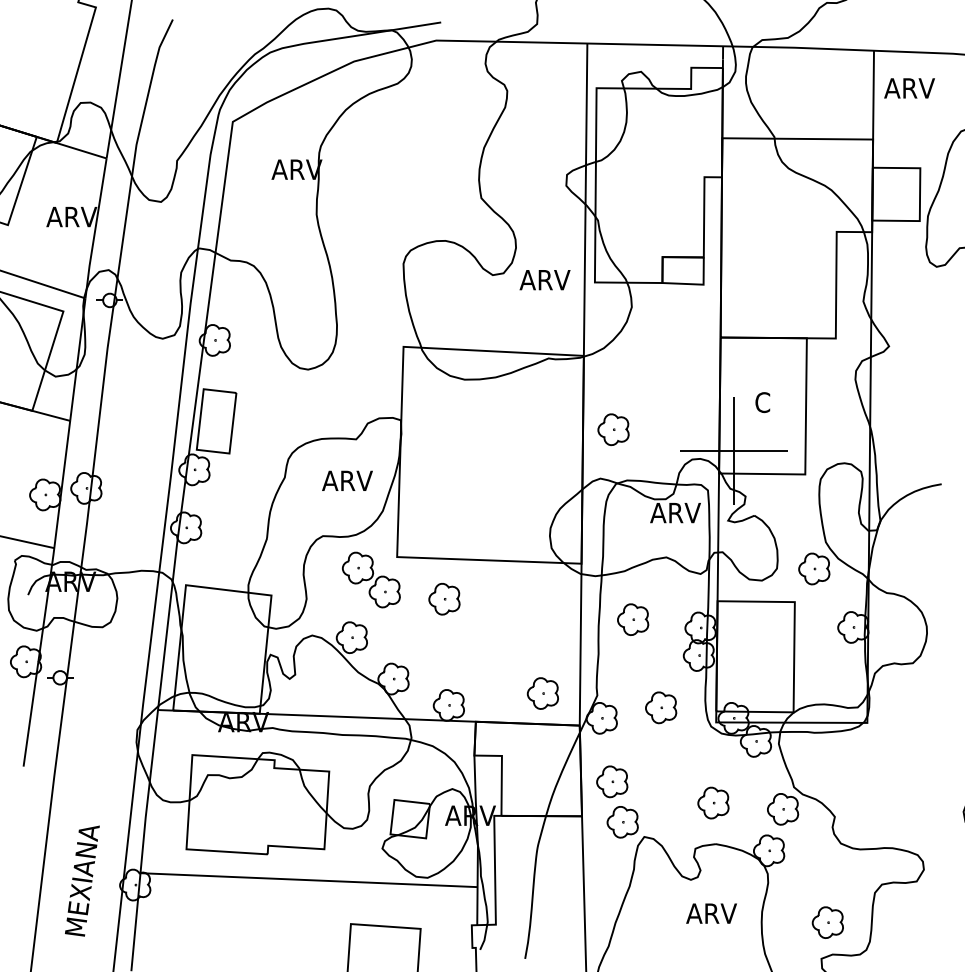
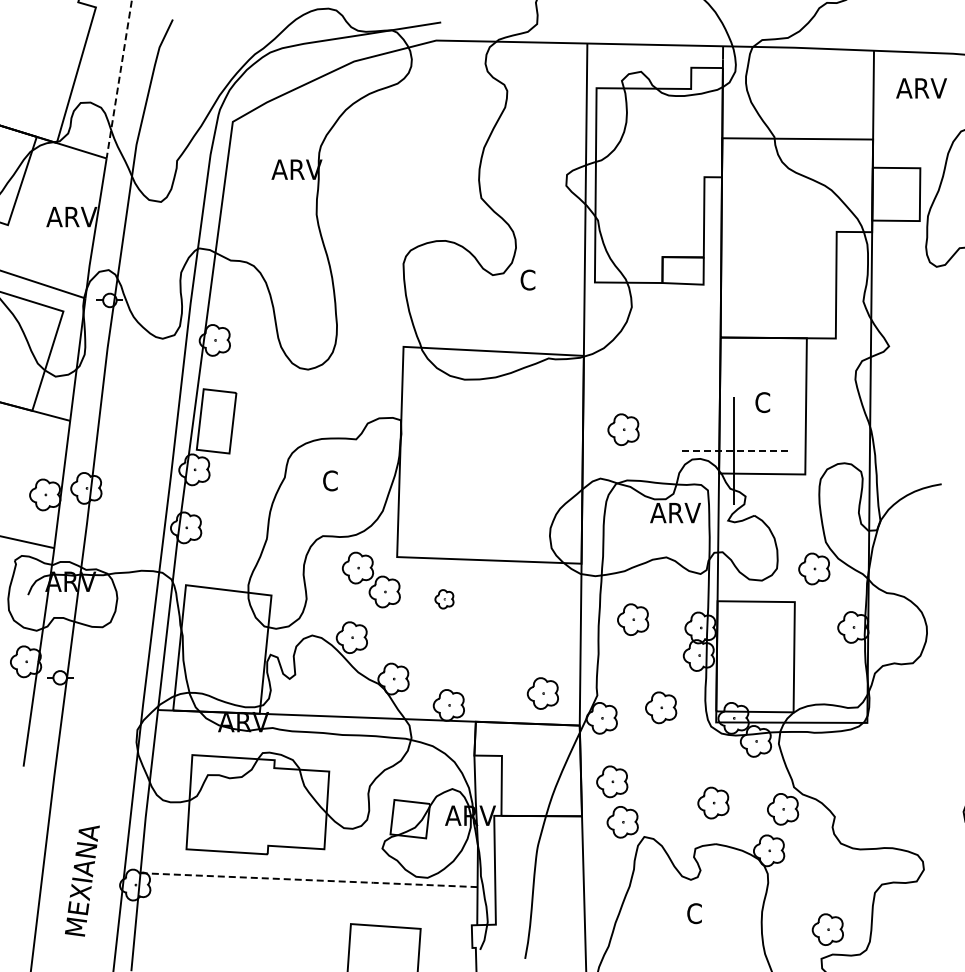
line at (119, 79): solid -> dashed
text at (909, 88) position: (909, 88) -> (921, 88)
text at (544, 279): ARV -> C
part at (613, 429) position: (613, 429) -> (623, 429)
line at (733, 450): solid -> dashed
text at (347, 480): ARV -> C
part at (444, 599) size: 33x33 px -> 21x21 px
line at (309, 880): solid -> dashed
text at (711, 913): ARV -> C
part at (827, 922) position: (827, 922) -> (827, 929)
